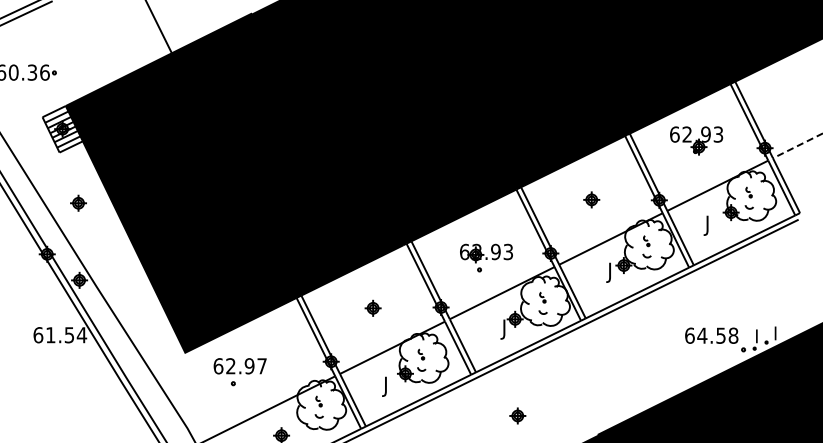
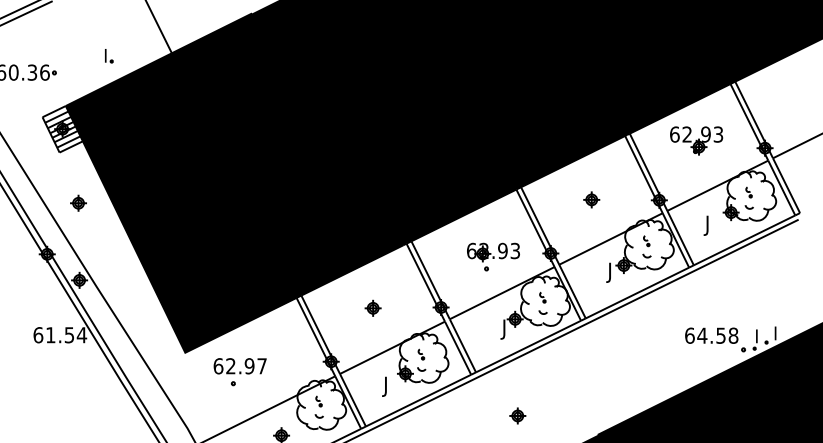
part at (109, 56): none -> present
line at (797, 146): dashed -> solid
part at (486, 257) position: (486, 257) -> (493, 256)
